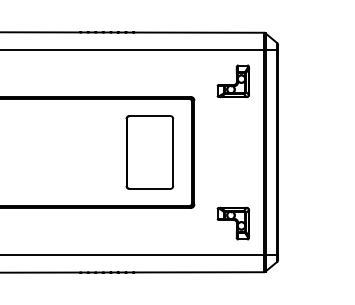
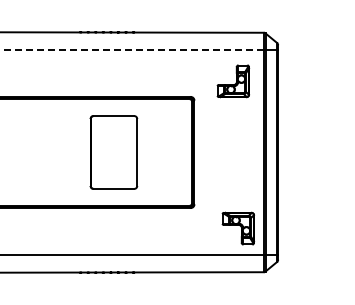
line at (131, 49): solid -> dashed
part at (149, 152) position: (149, 152) -> (113, 152)
part at (233, 223) position: (233, 223) -> (238, 228)
